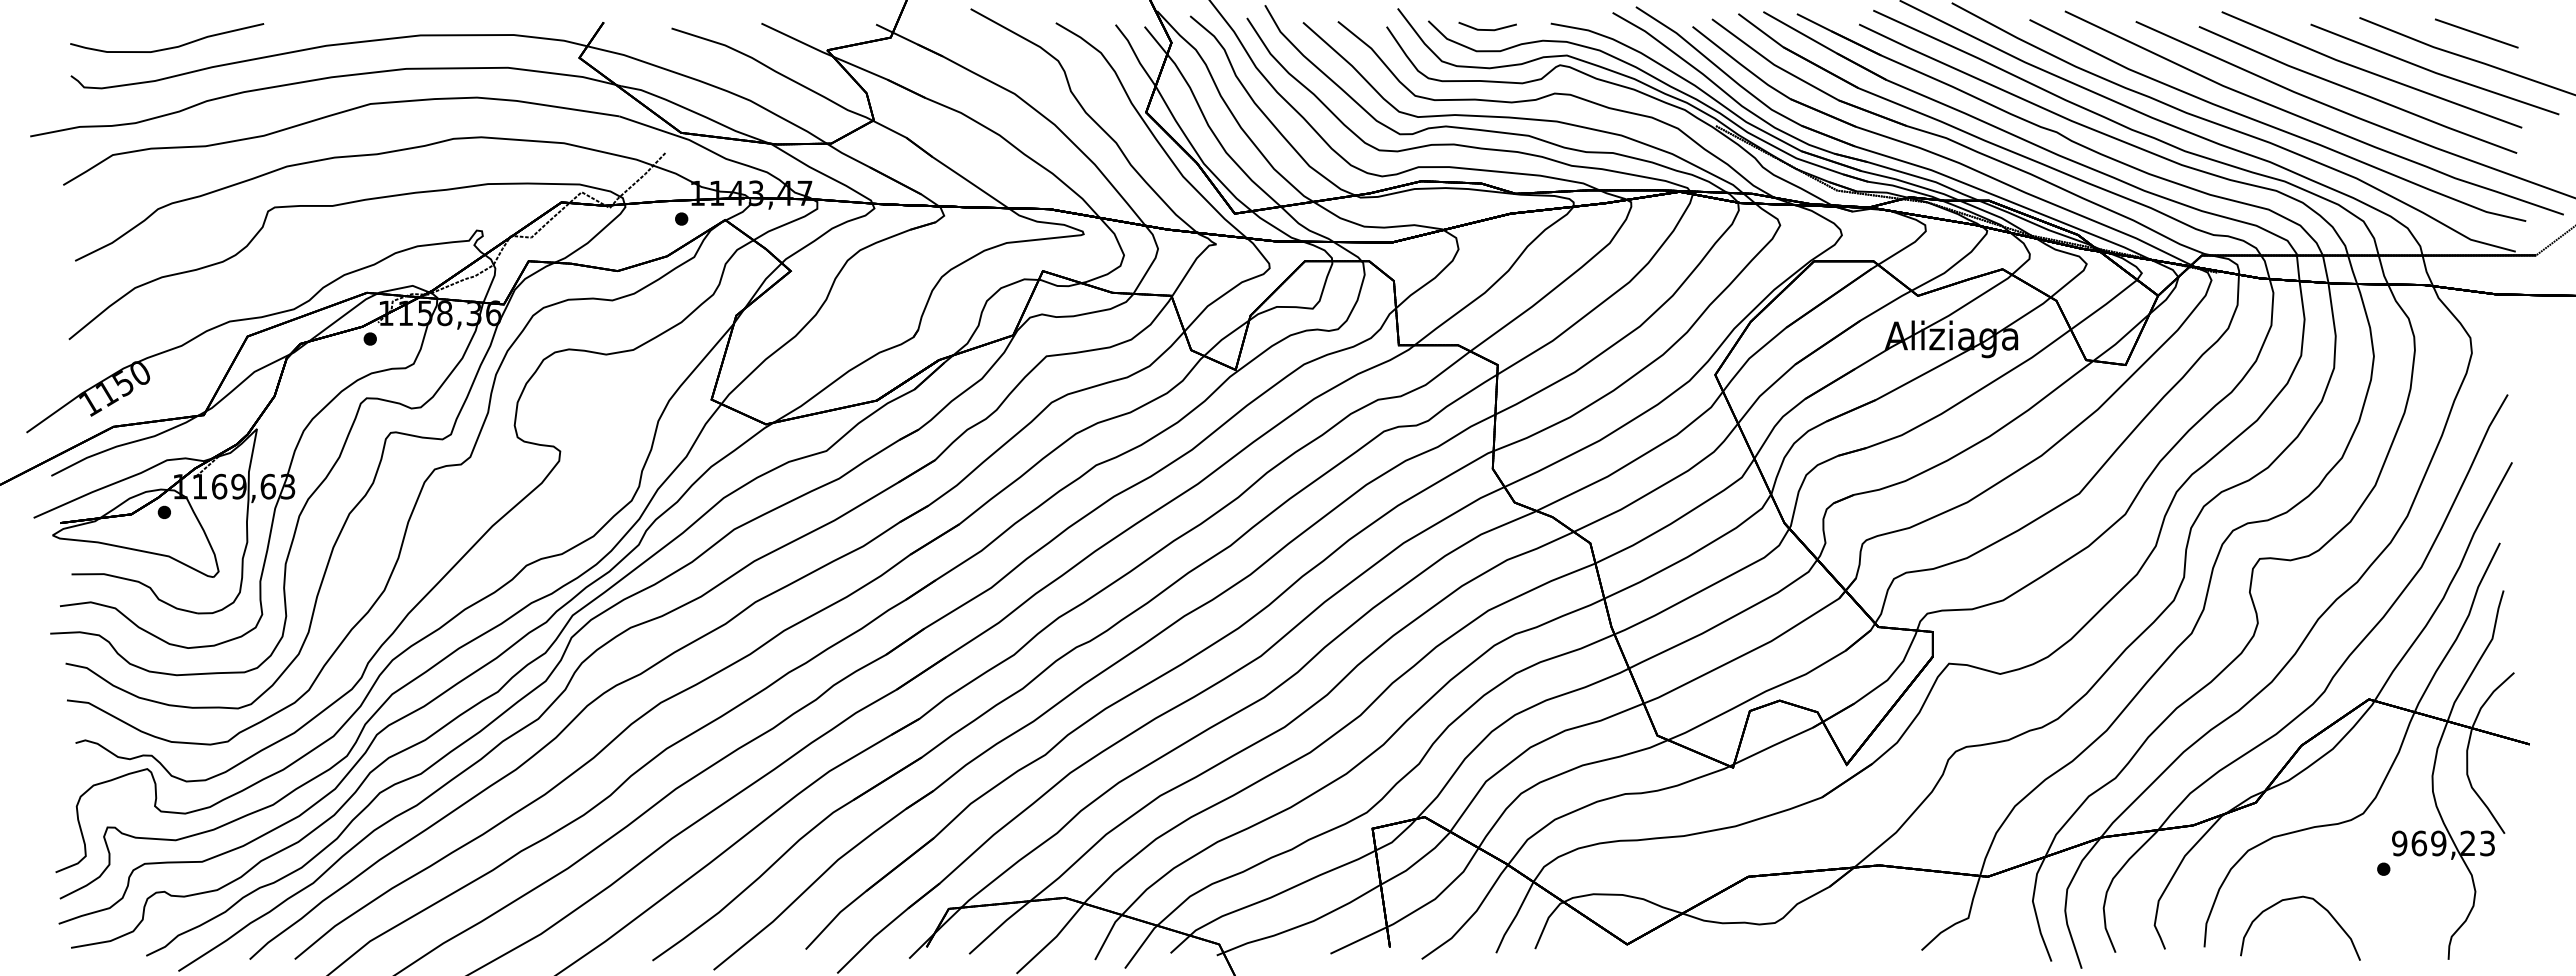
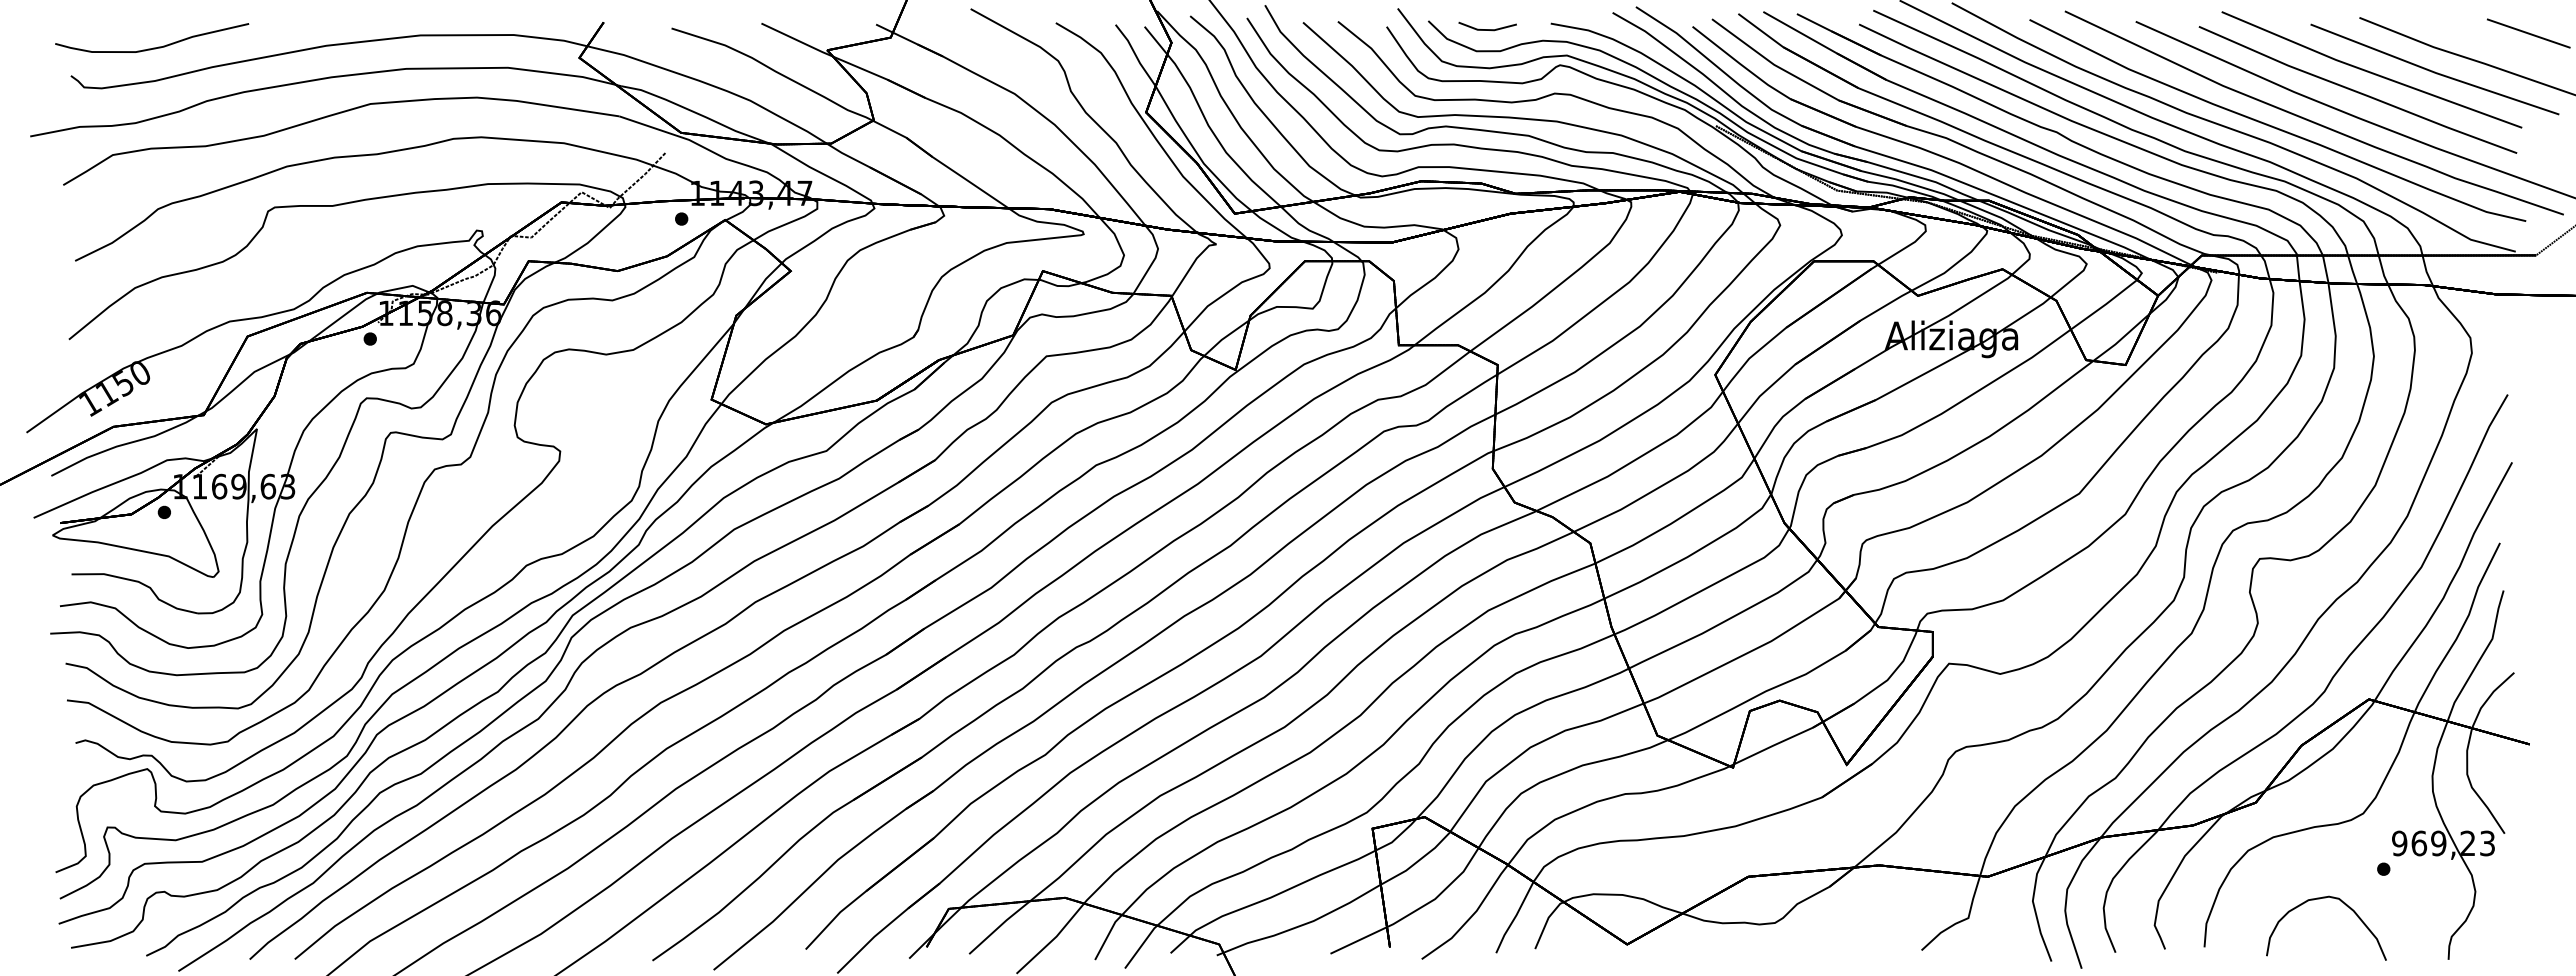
line at (2476, 33) position: (2476, 33) -> (2528, 33)
curve at (168, 47) position: (168, 47) -> (153, 47)
curve at (2294, 899) position: (2294, 899) -> (2320, 899)
